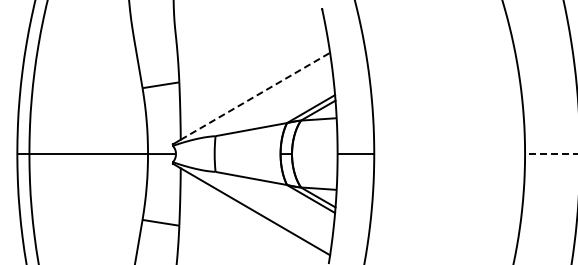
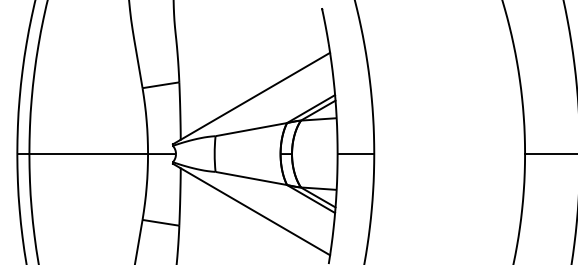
line at (255, 96): dashed -> solid
line at (551, 154): dashed -> solid
